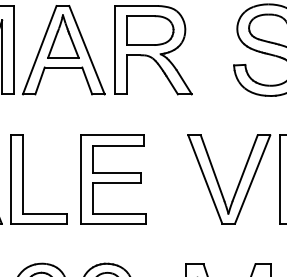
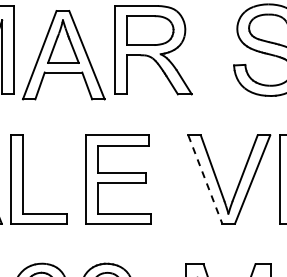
part at (63, 50) position: (63, 50) -> (63, 55)
part at (113, 179) position: (113, 179) -> (118, 179)
line at (205, 180): solid -> dashed
